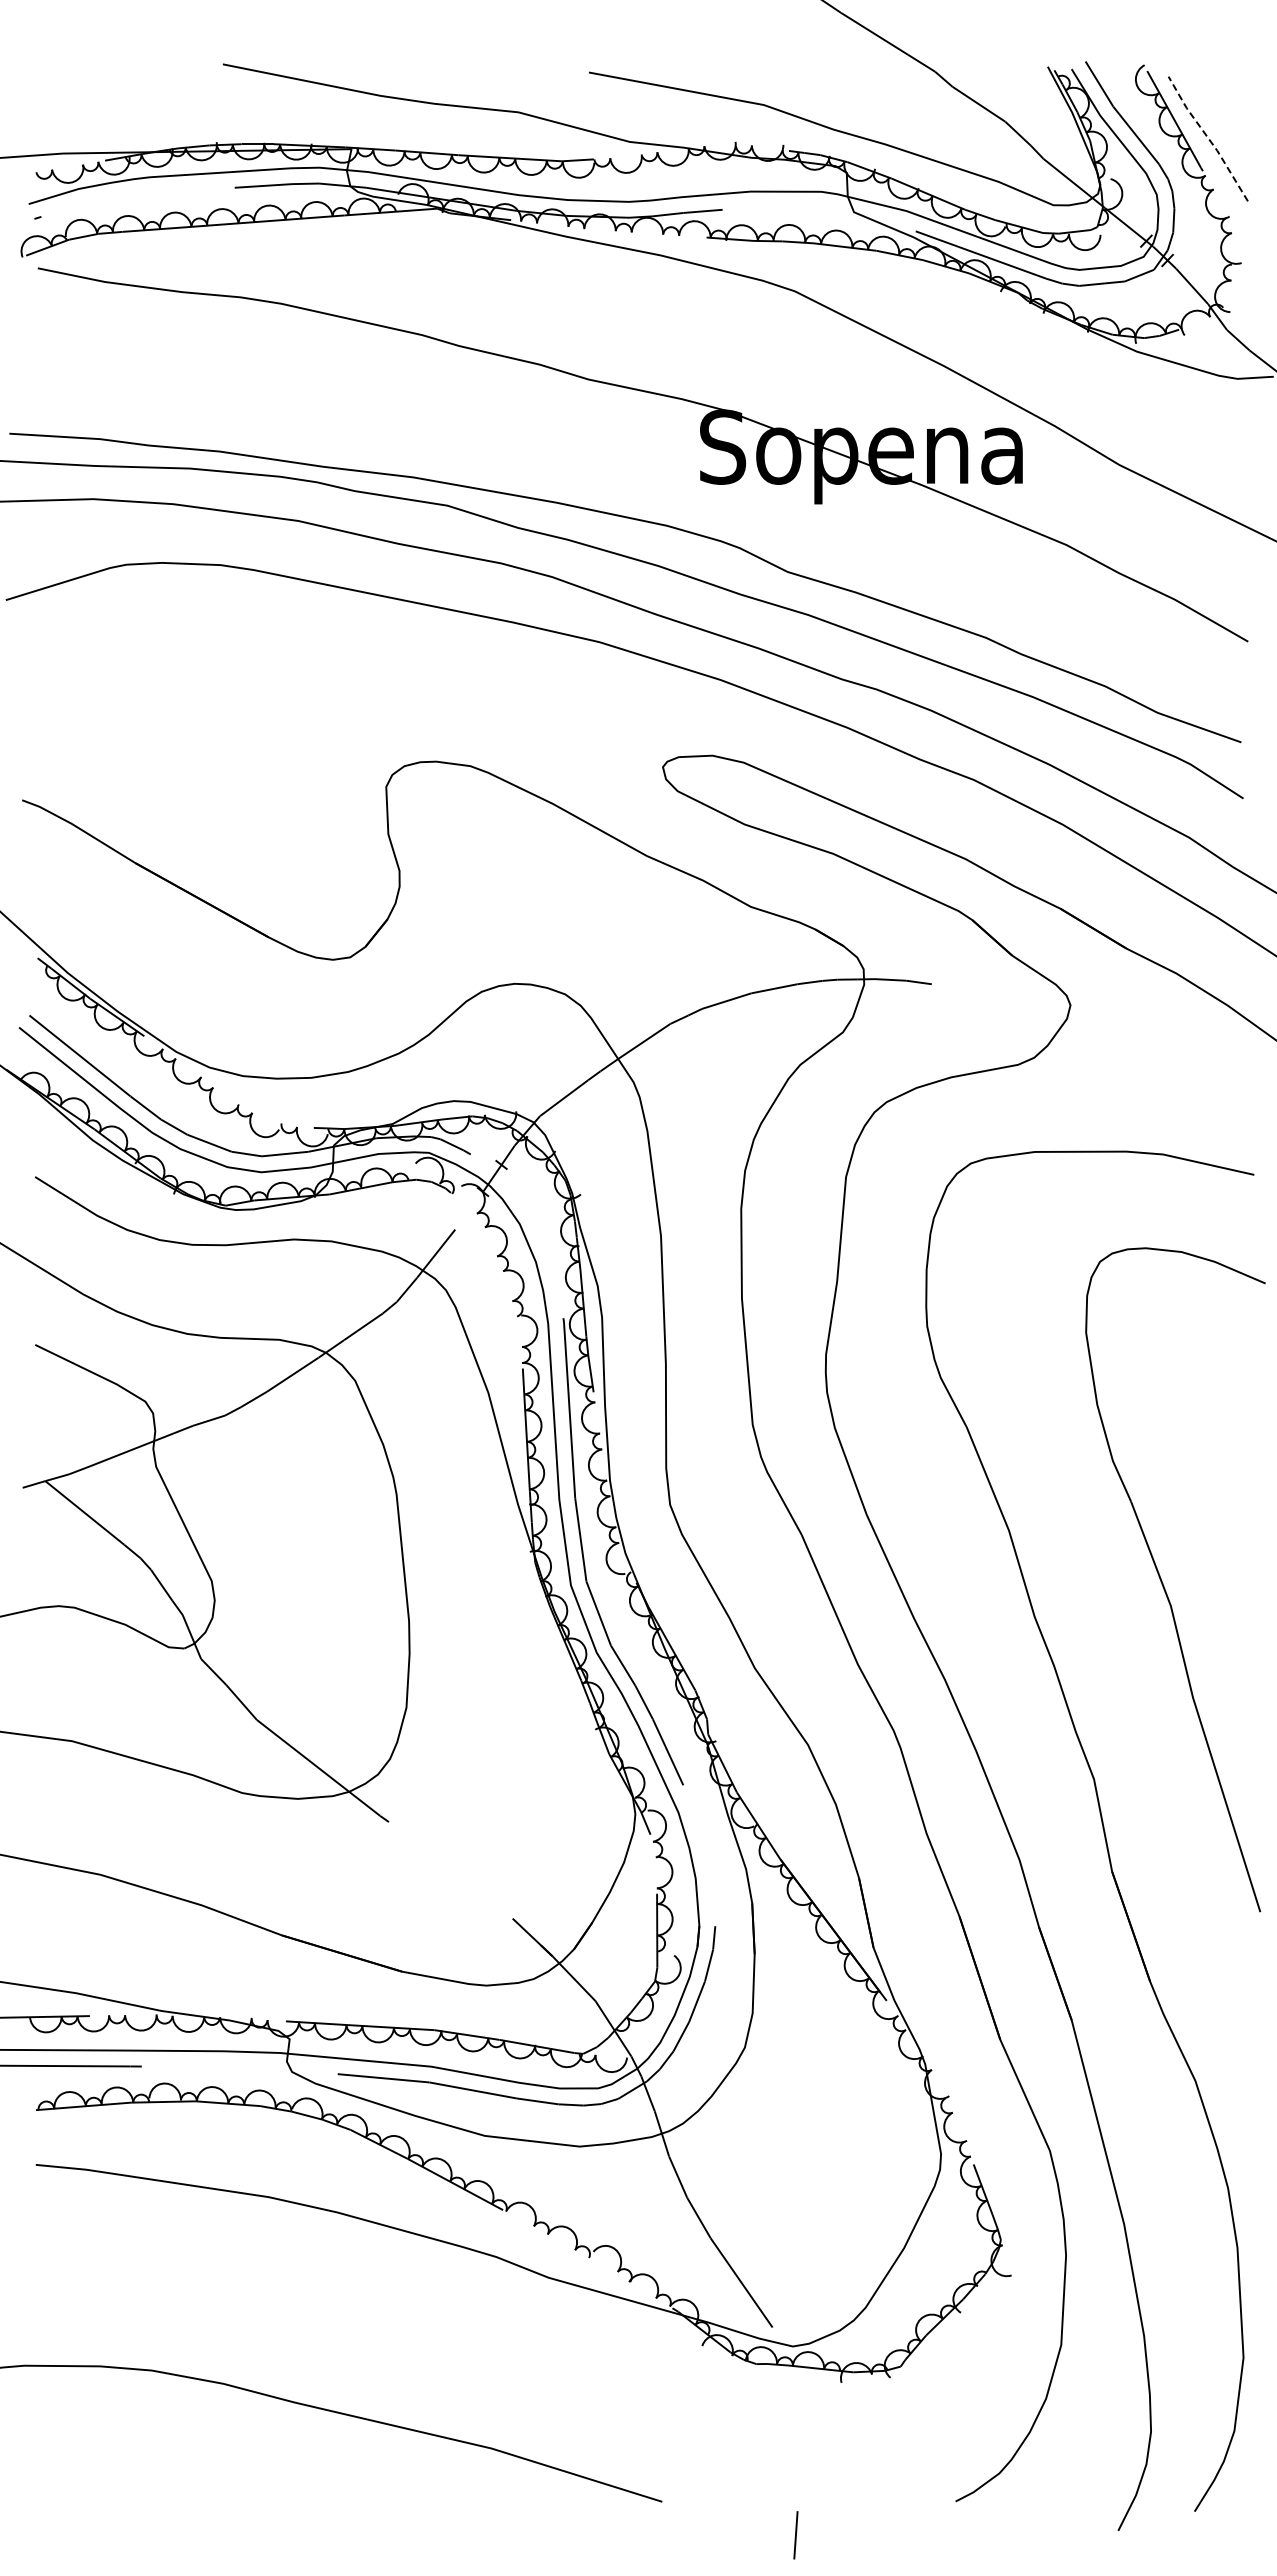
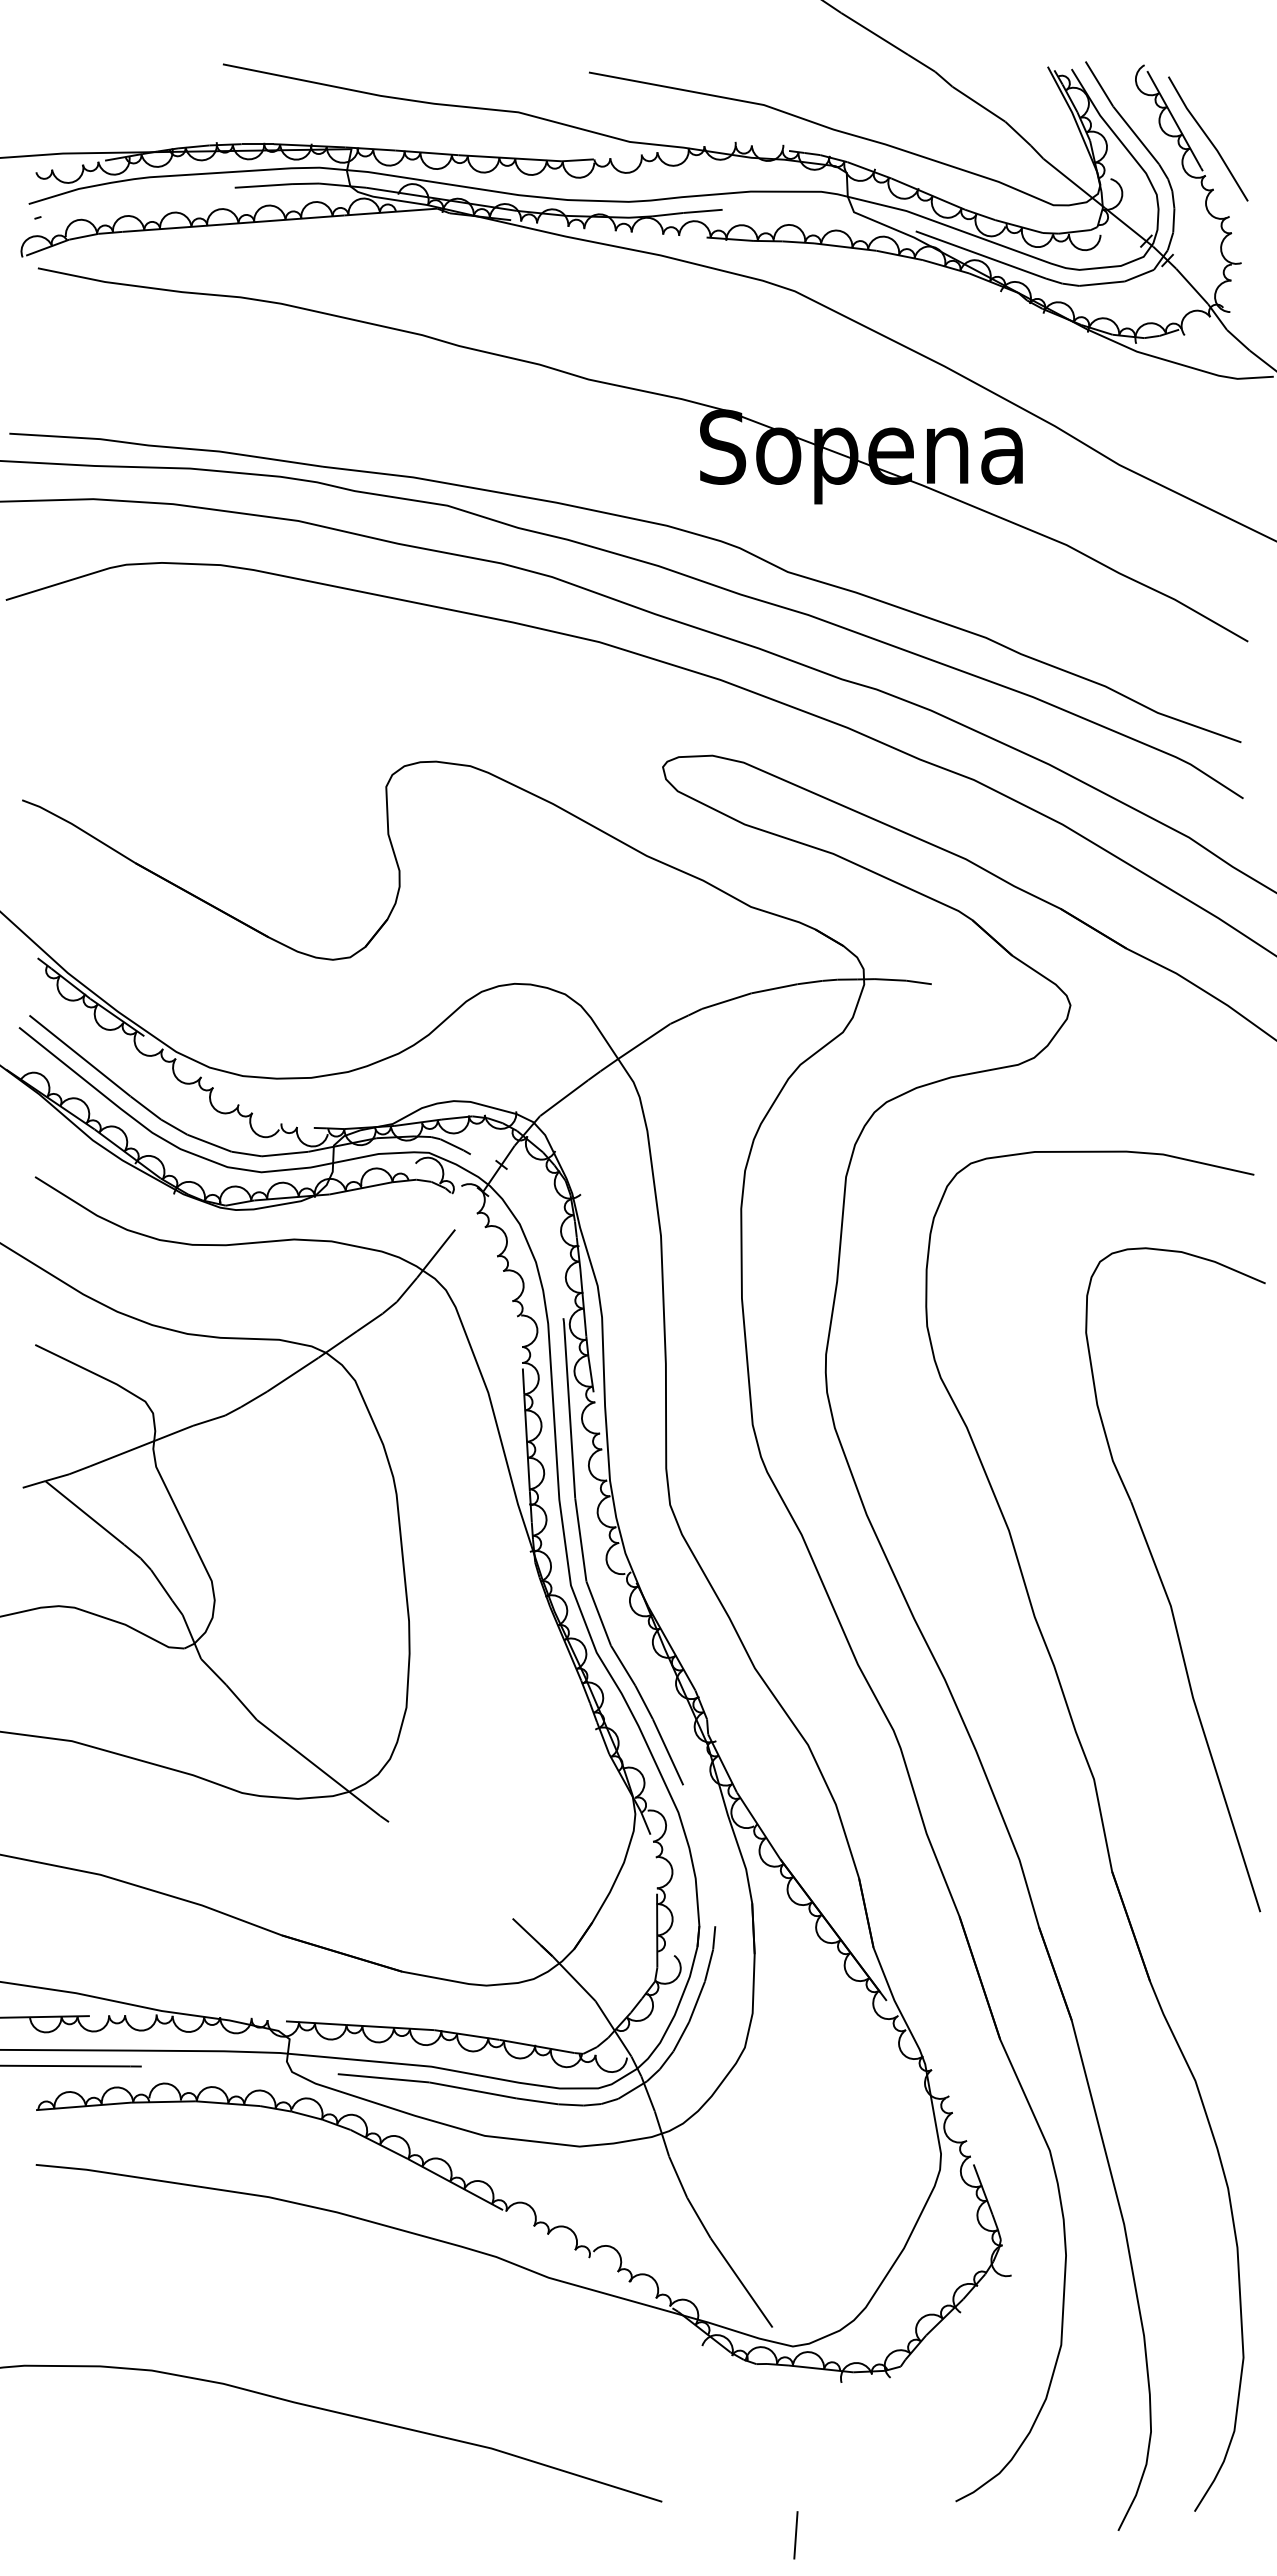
line at (1208, 138): dashed -> solid
